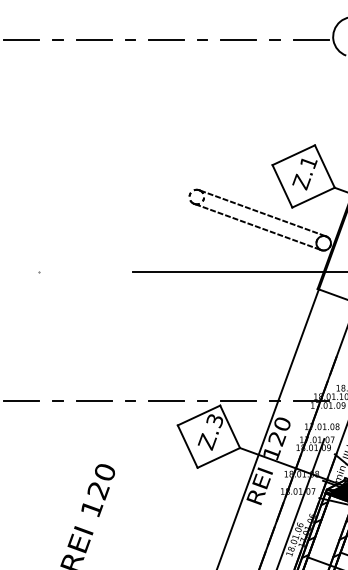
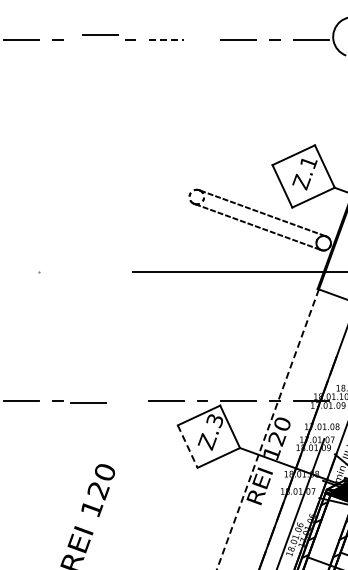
line at (94, 39) position: (94, 39) -> (100, 34)
line at (202, 39): present -> none
line at (166, 40): solid -> dashed
line at (94, 400) position: (94, 400) -> (88, 402)
line at (130, 400): present -> none
line at (267, 429): solid -> dashed
line at (187, 447): solid -> dashed
